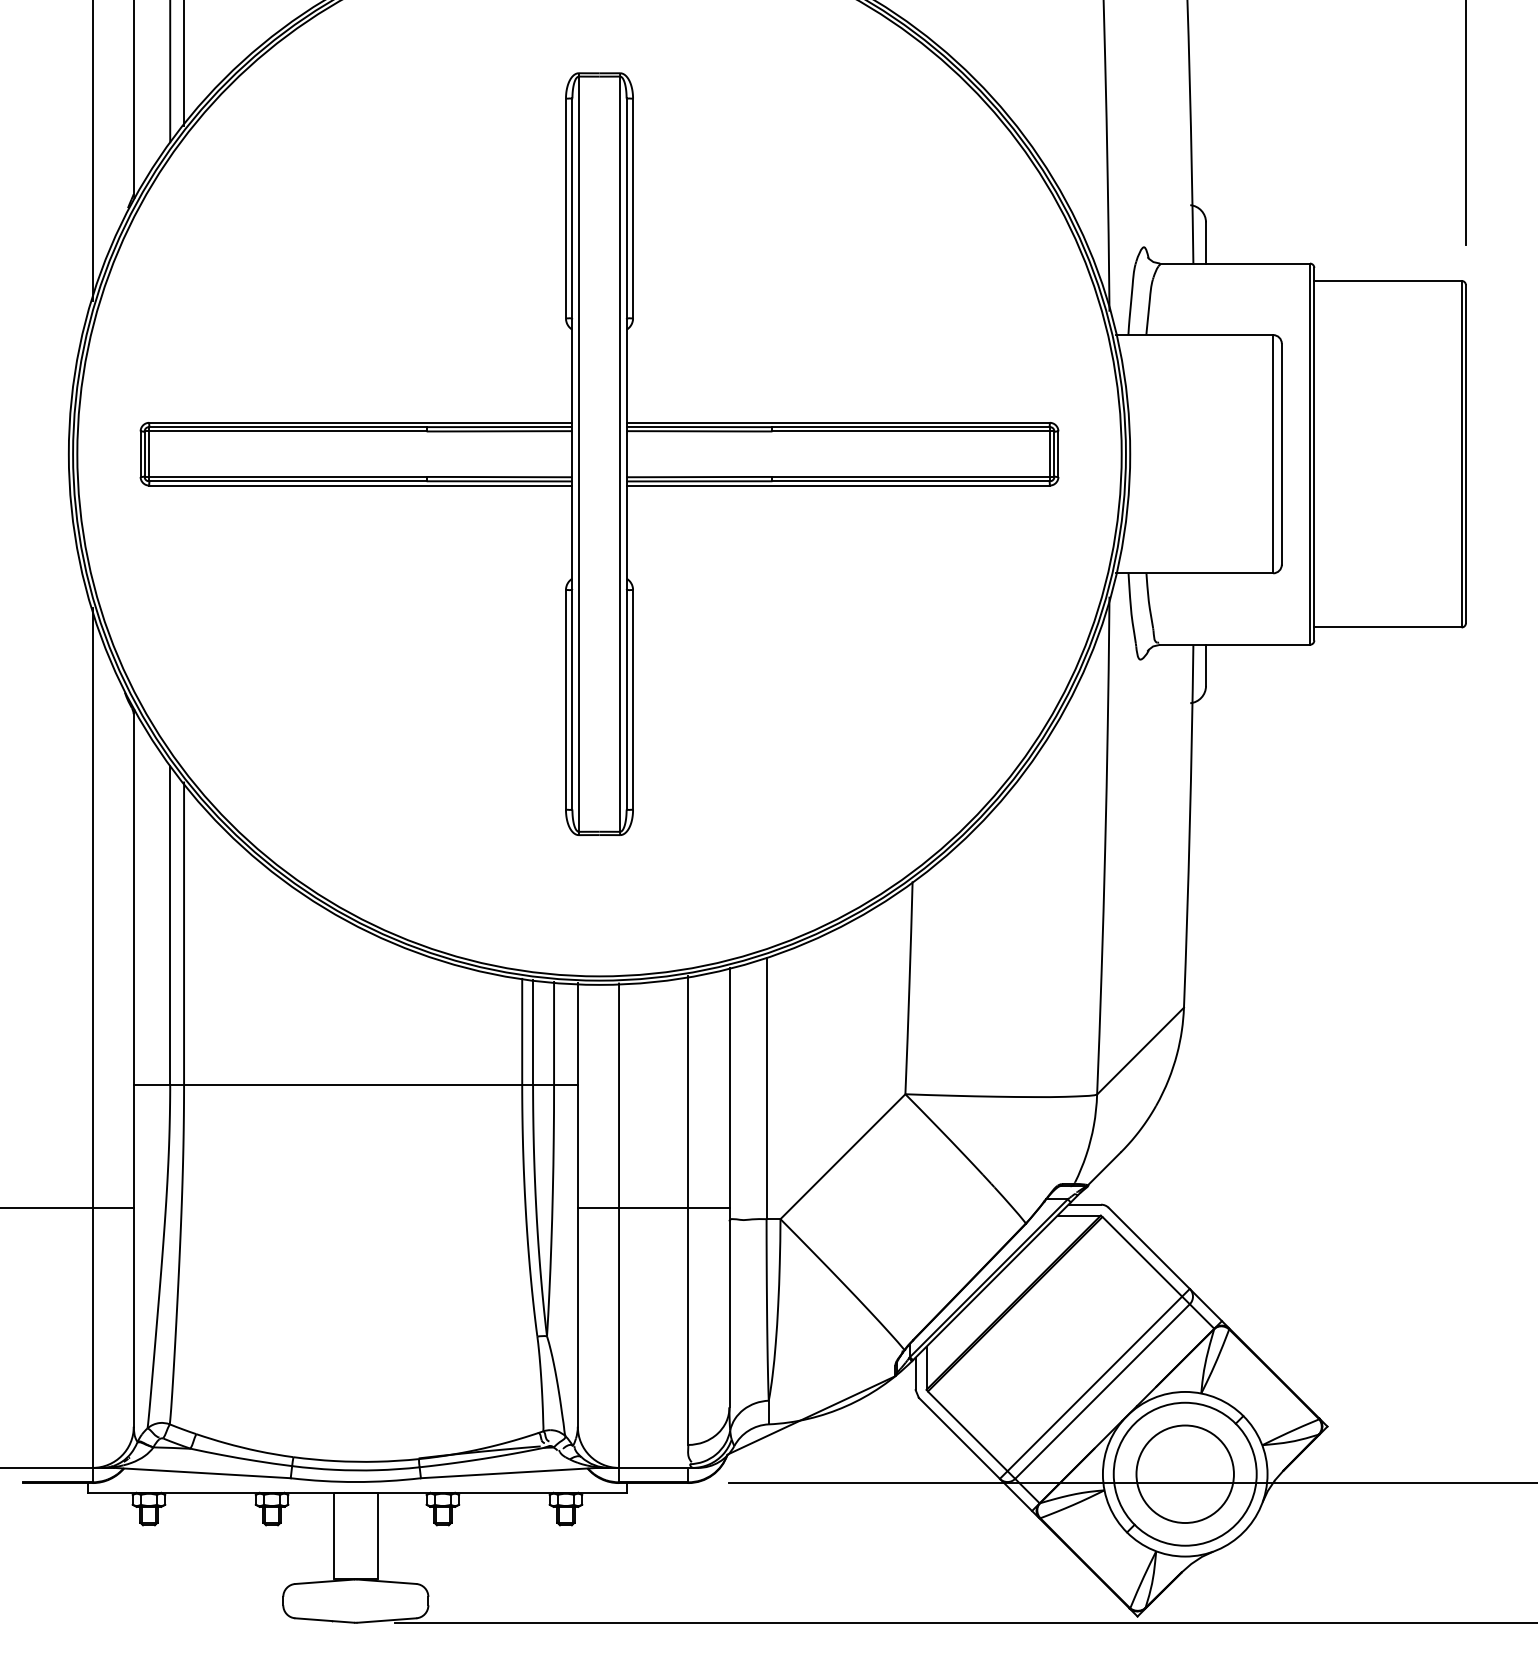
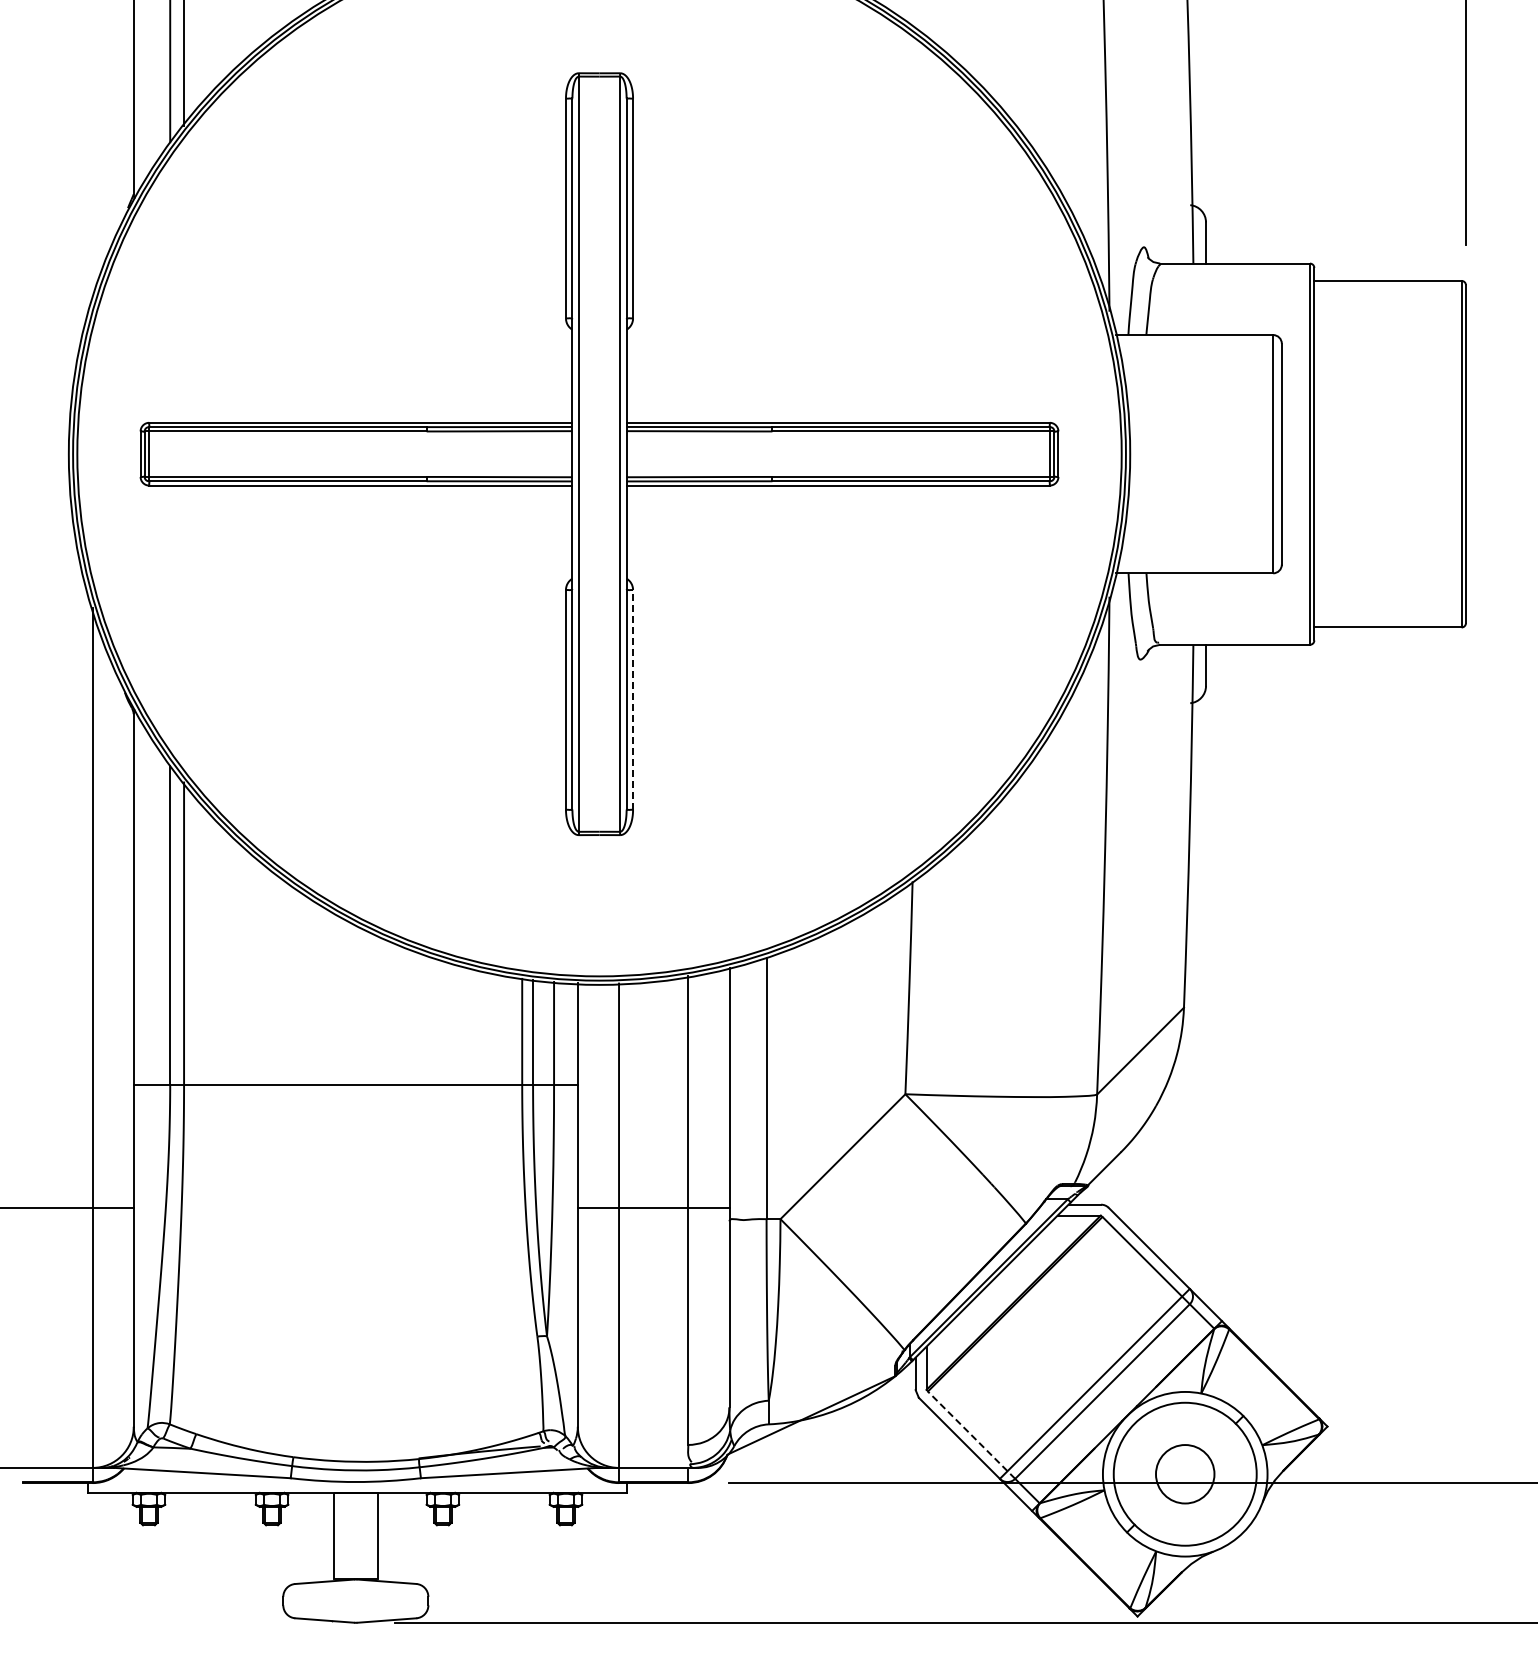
line at (92, 151): present -> none
line at (633, 699): solid -> dashed
line at (971, 1435): solid -> dashed
circle at (1184, 1474) diameter: 97 px -> 58 px
